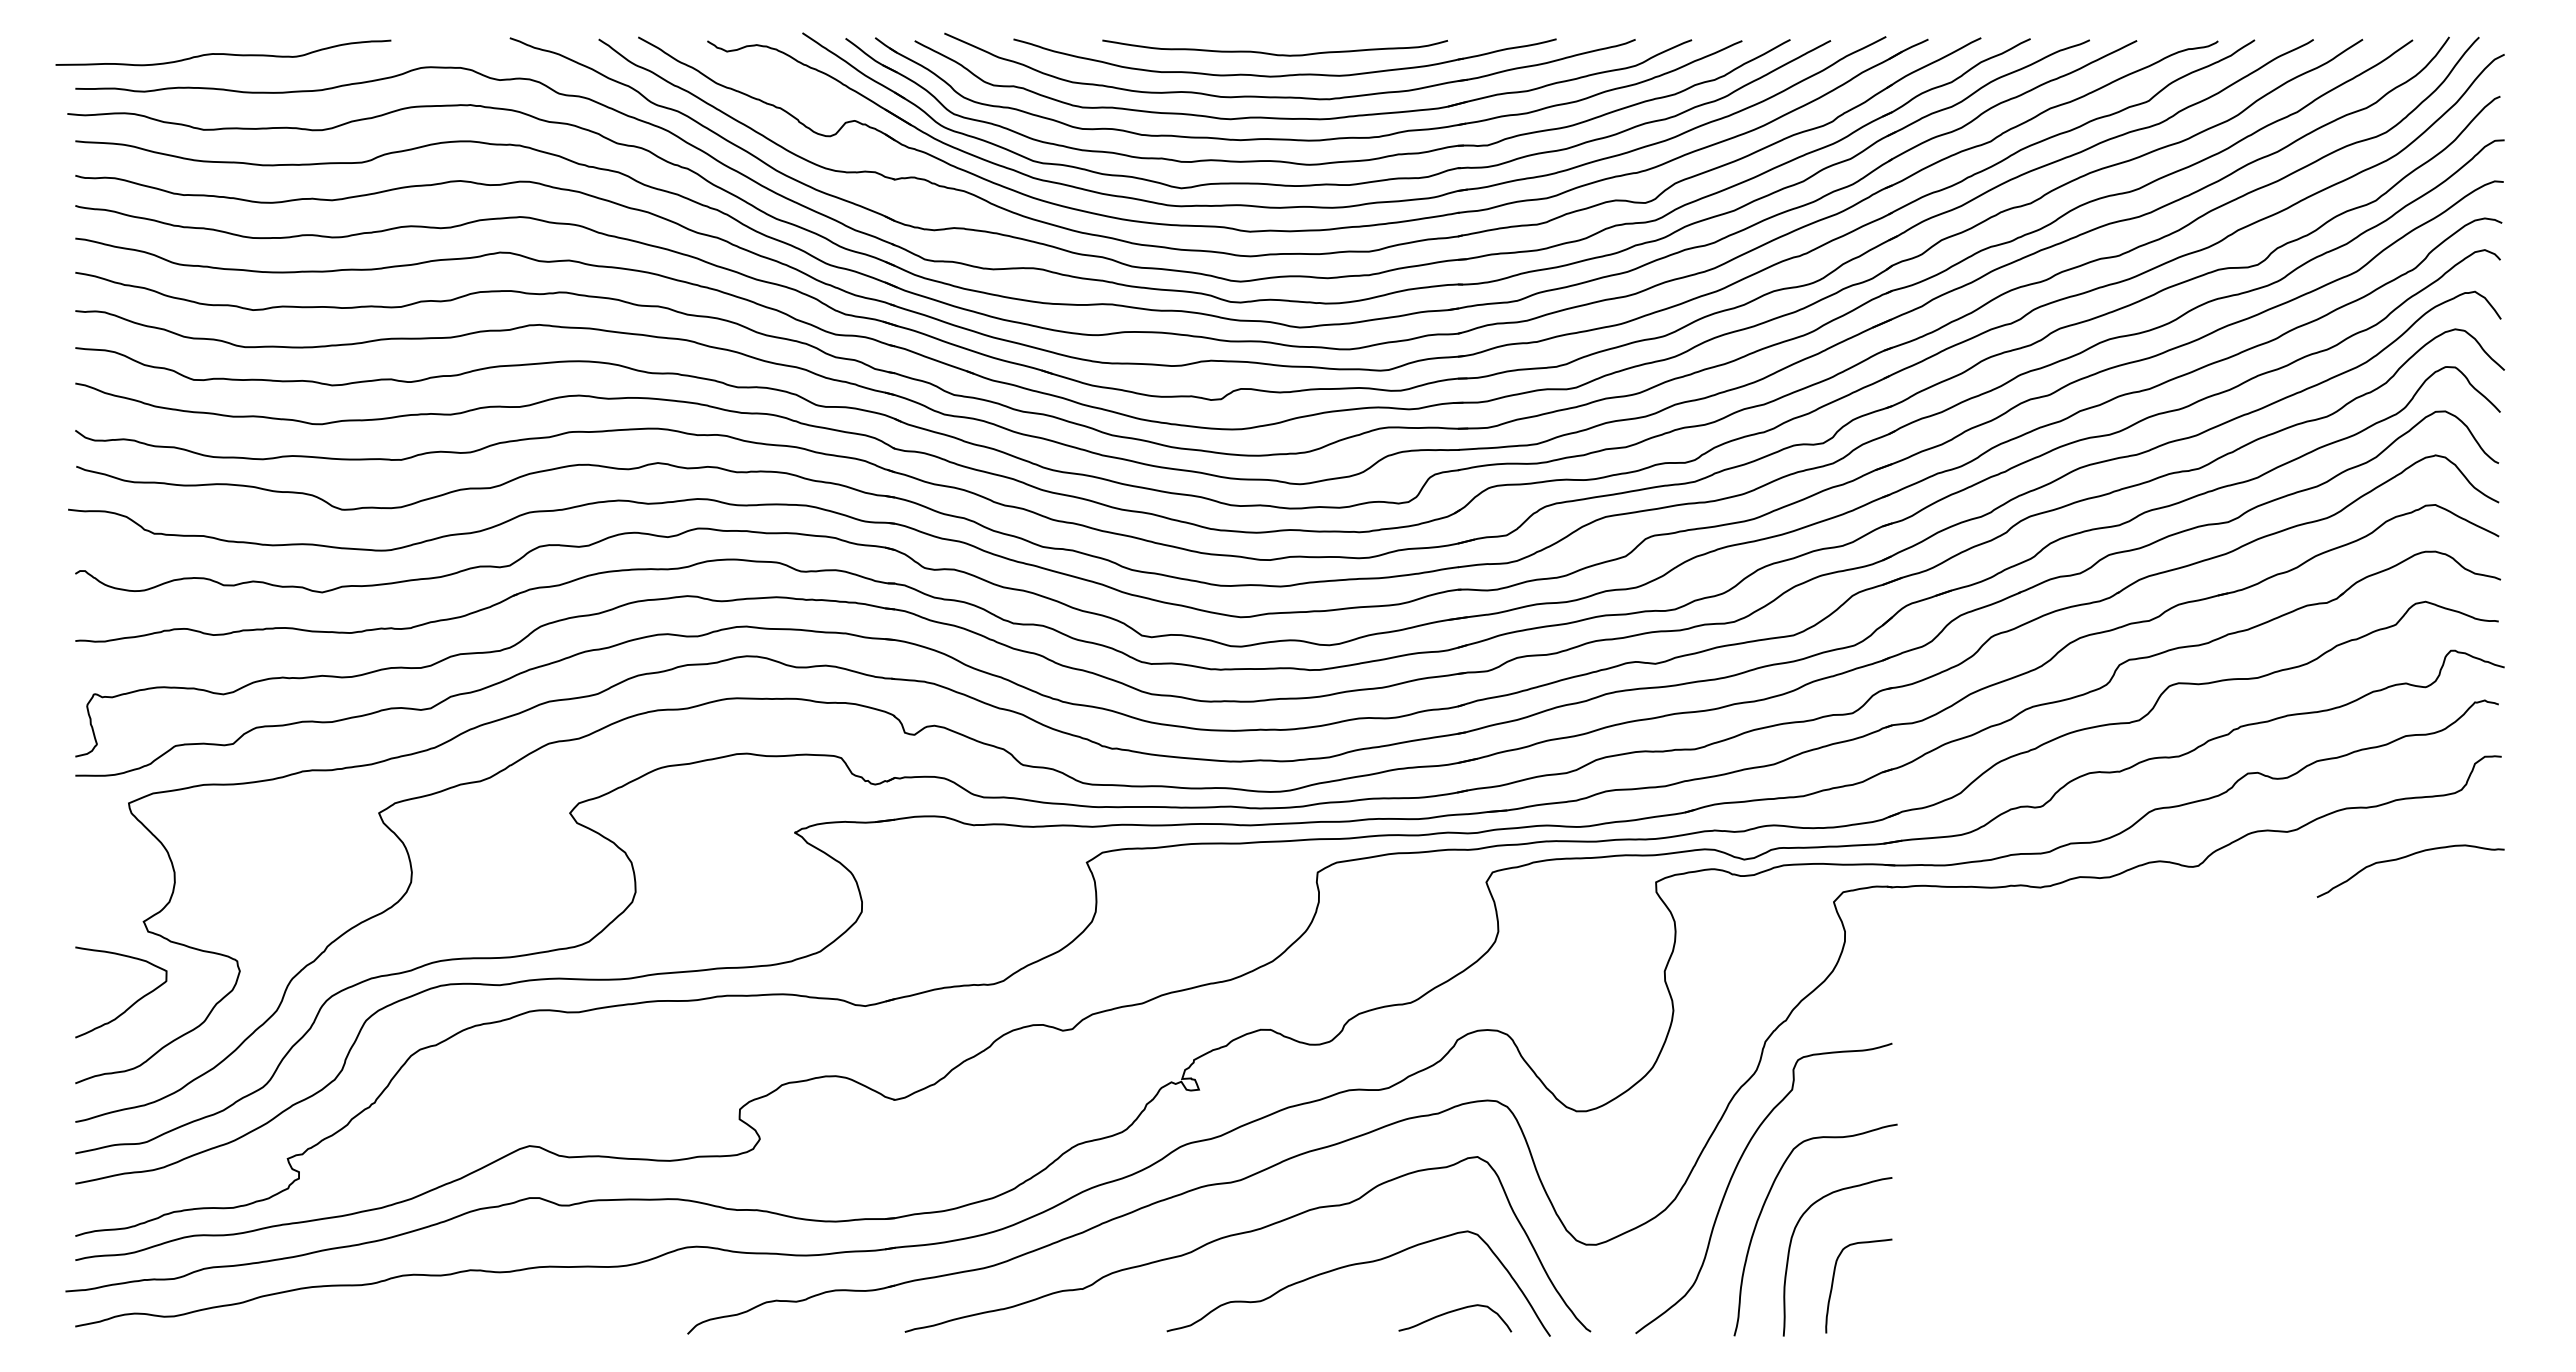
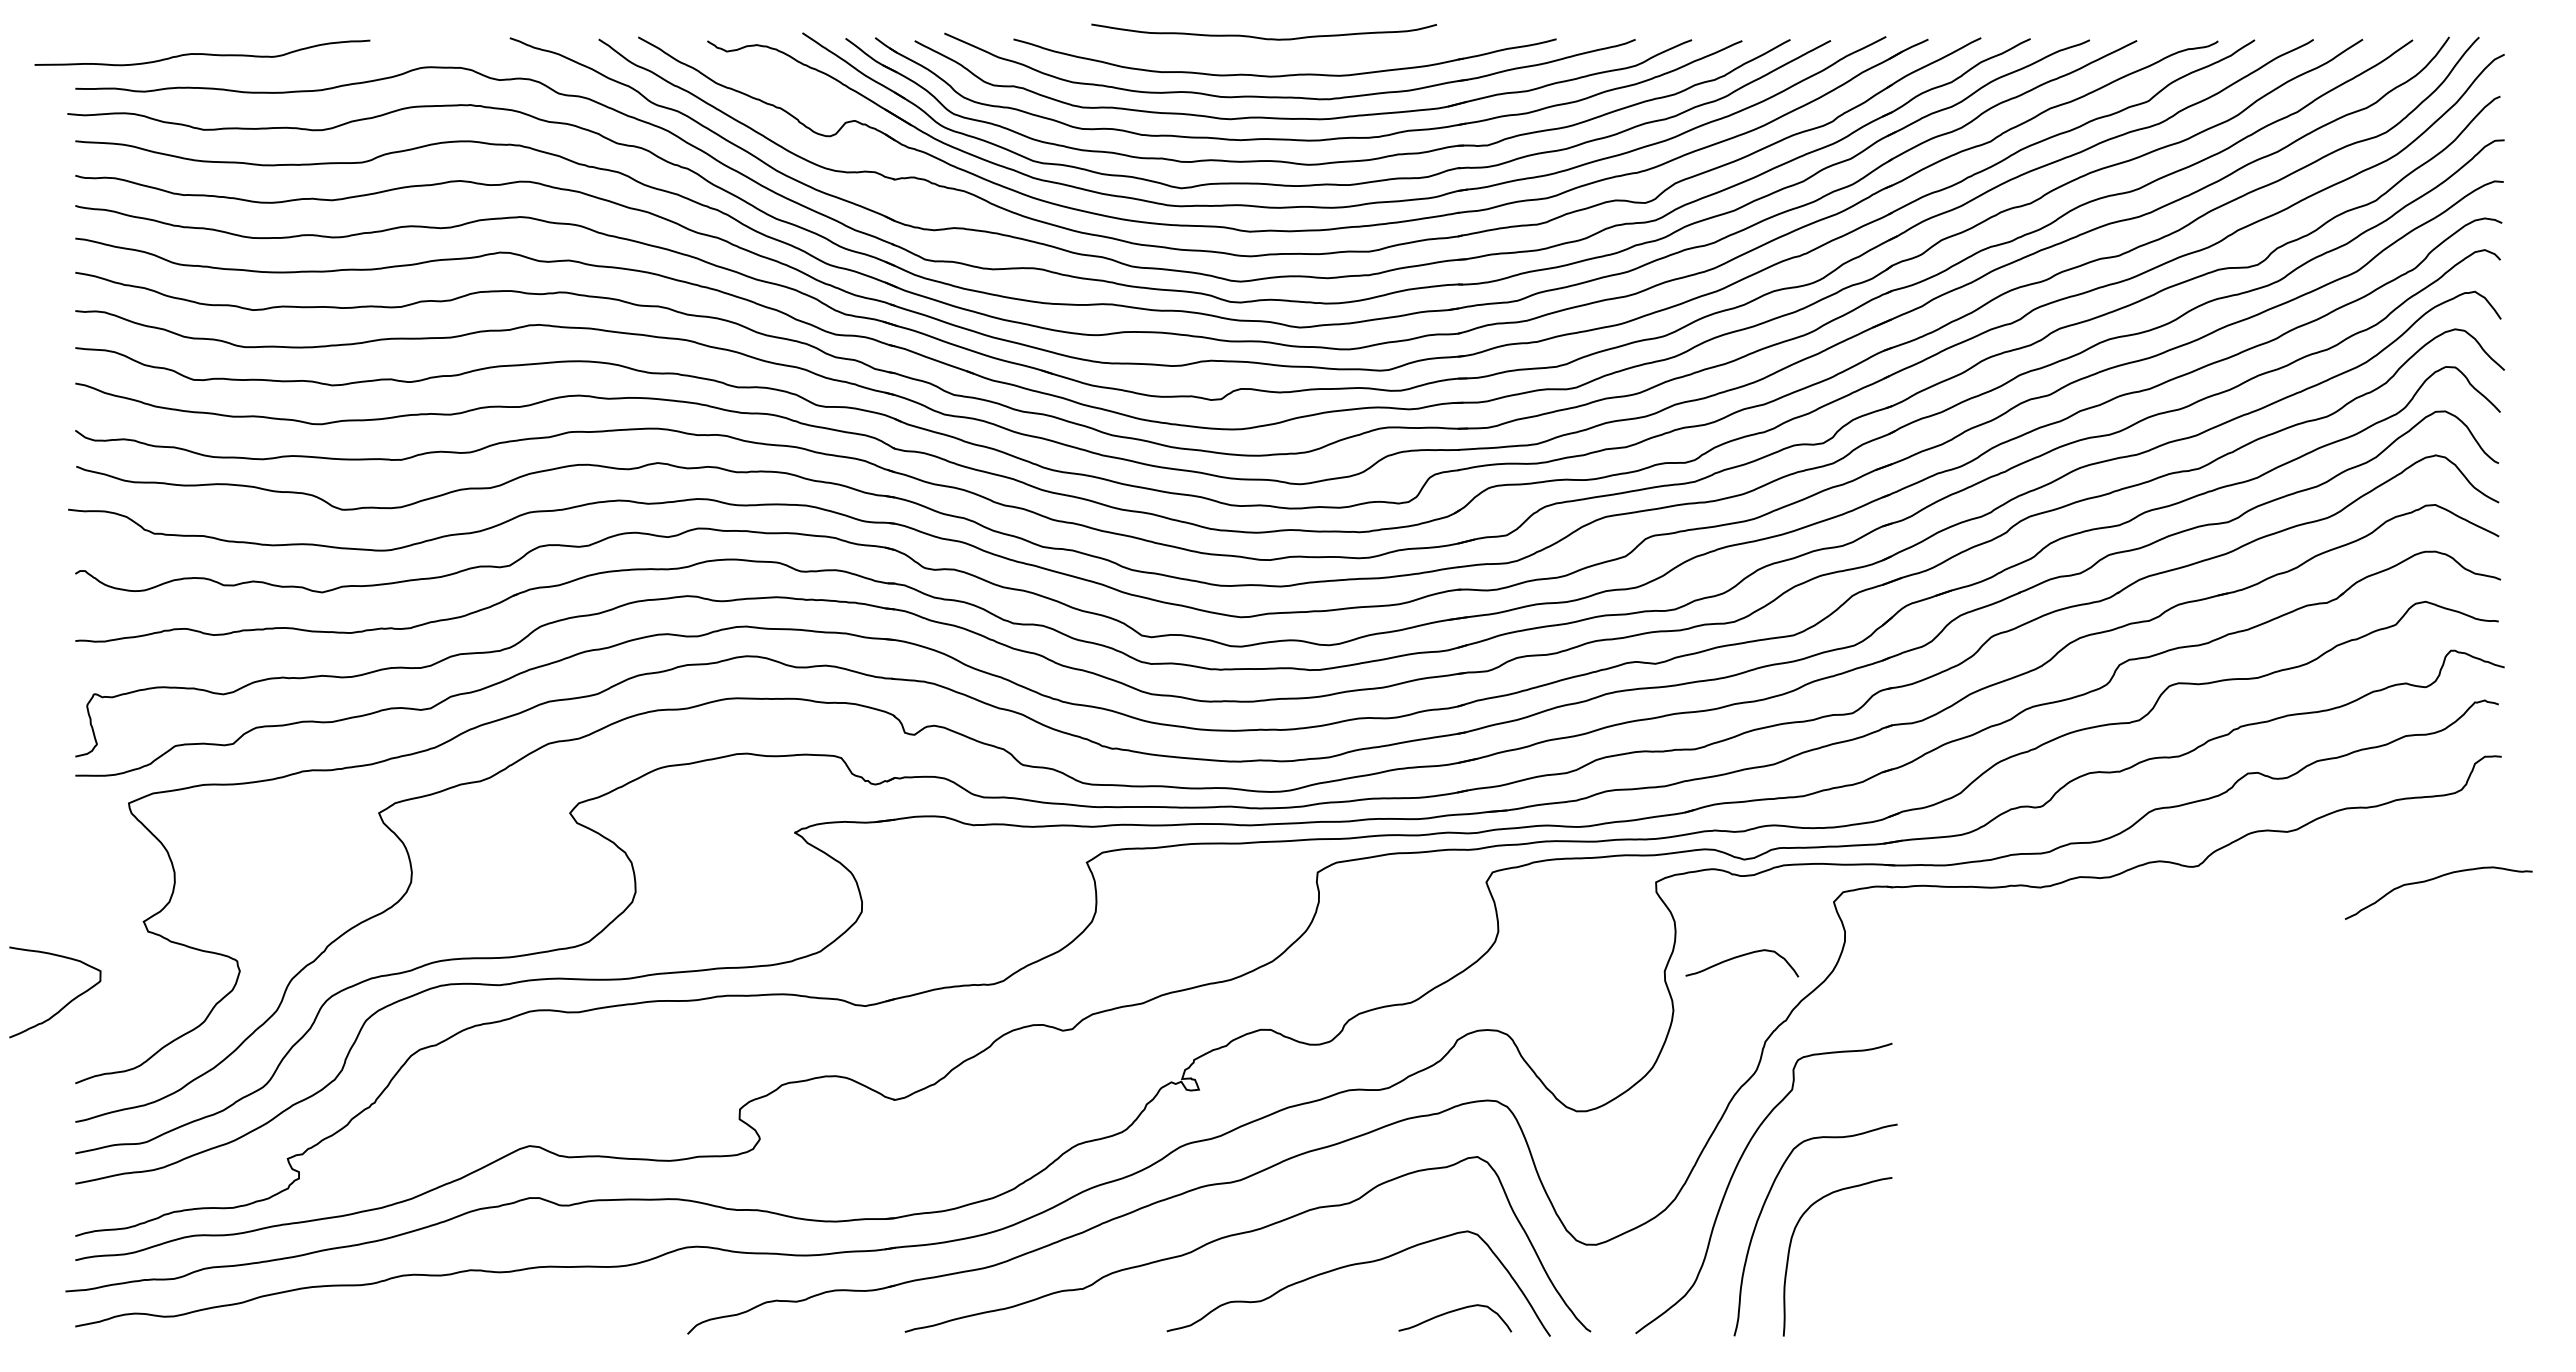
curve at (223, 53) position: (223, 53) -> (202, 53)
curve at (1274, 53) position: (1274, 53) -> (1263, 37)
curve at (2407, 857) position: (2407, 857) -> (2435, 879)
curve at (1739, 957): none -> present
curve at (132, 1003) position: (132, 1003) -> (66, 1003)
curve at (1834, 1278): present -> none
